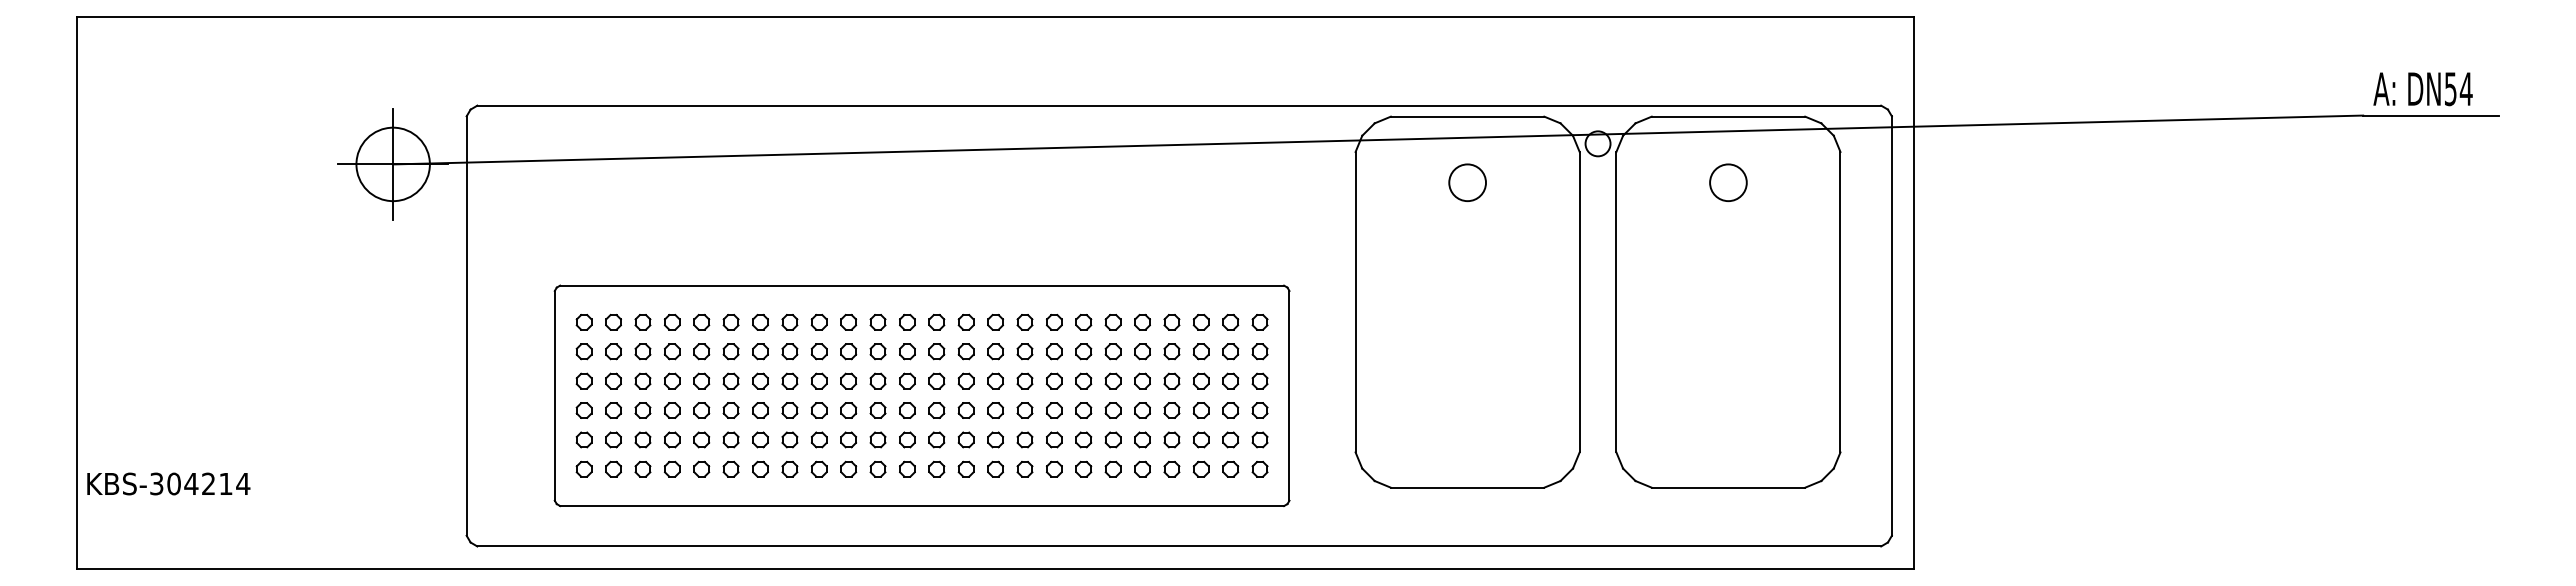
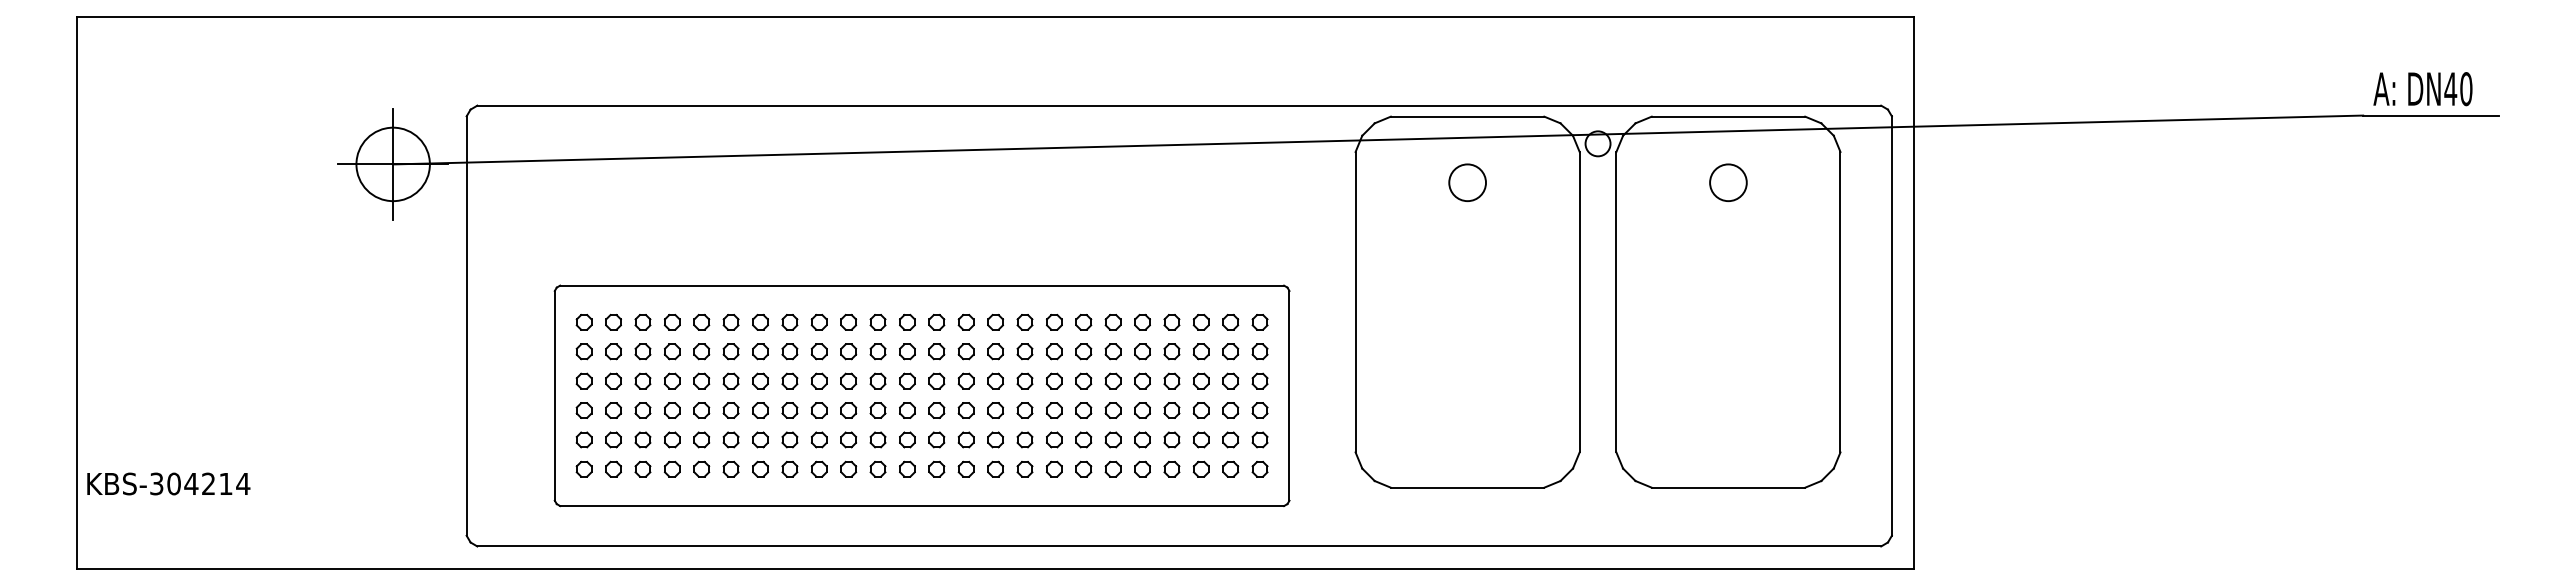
text at (2458, 89): DN54 -> DN40
